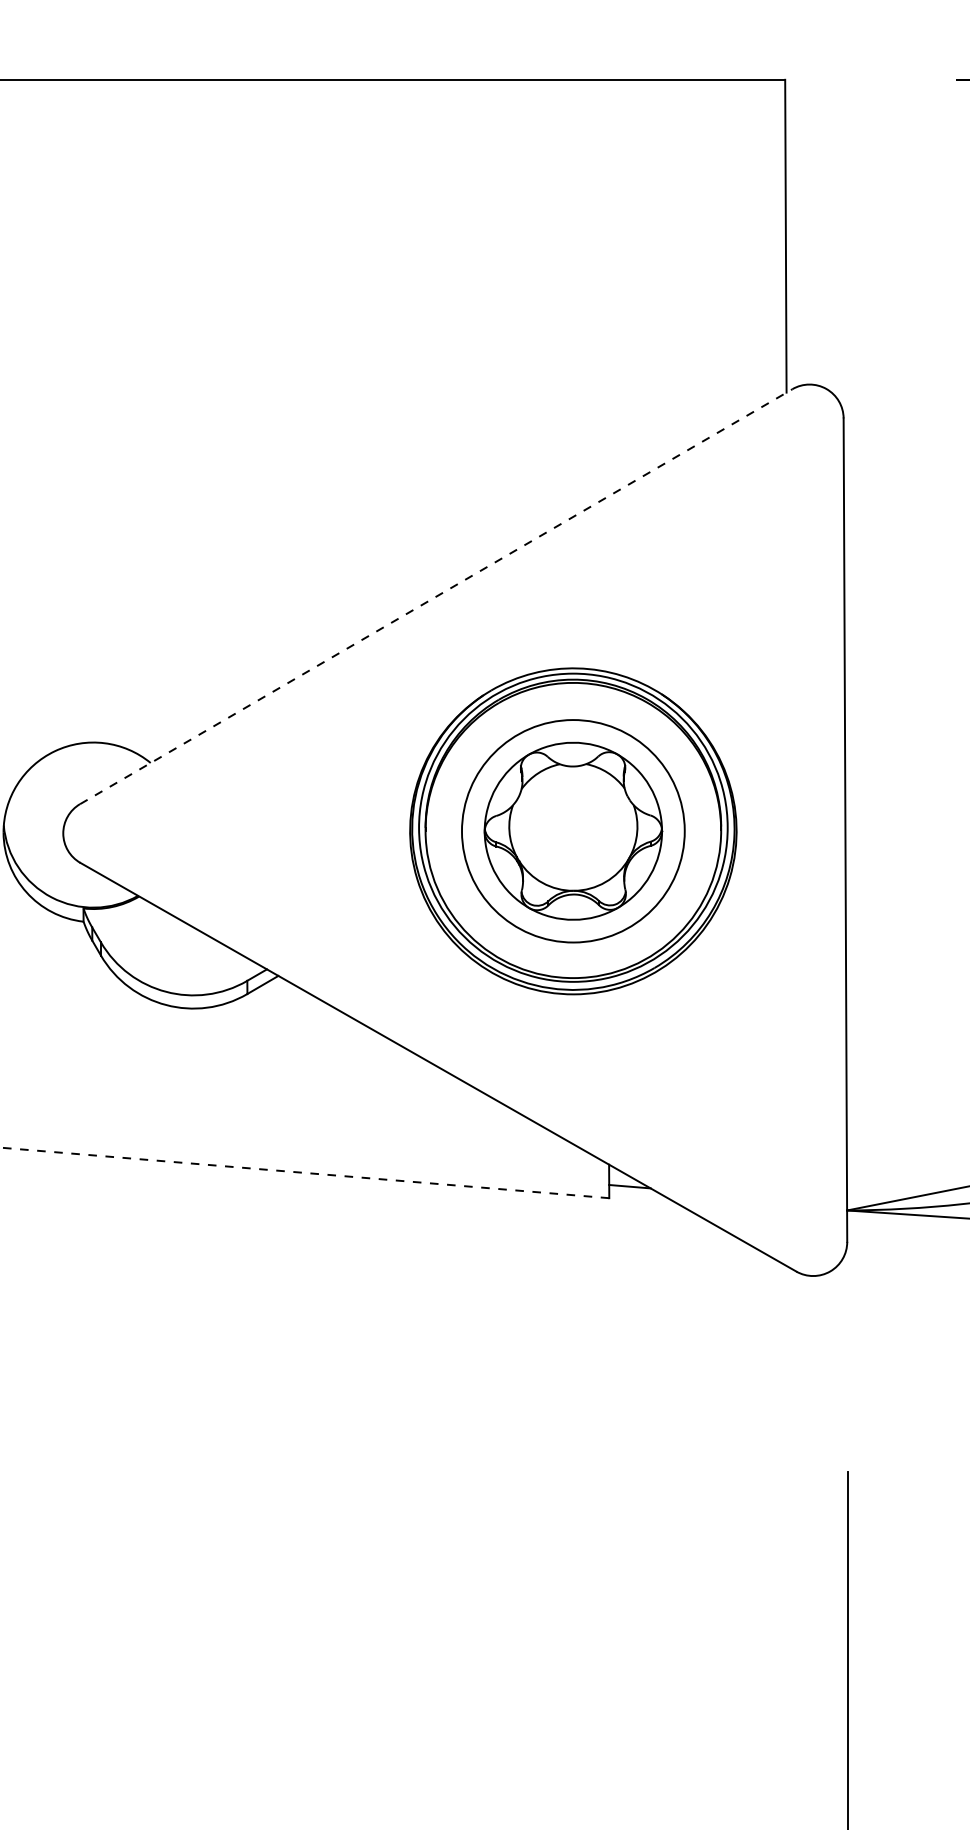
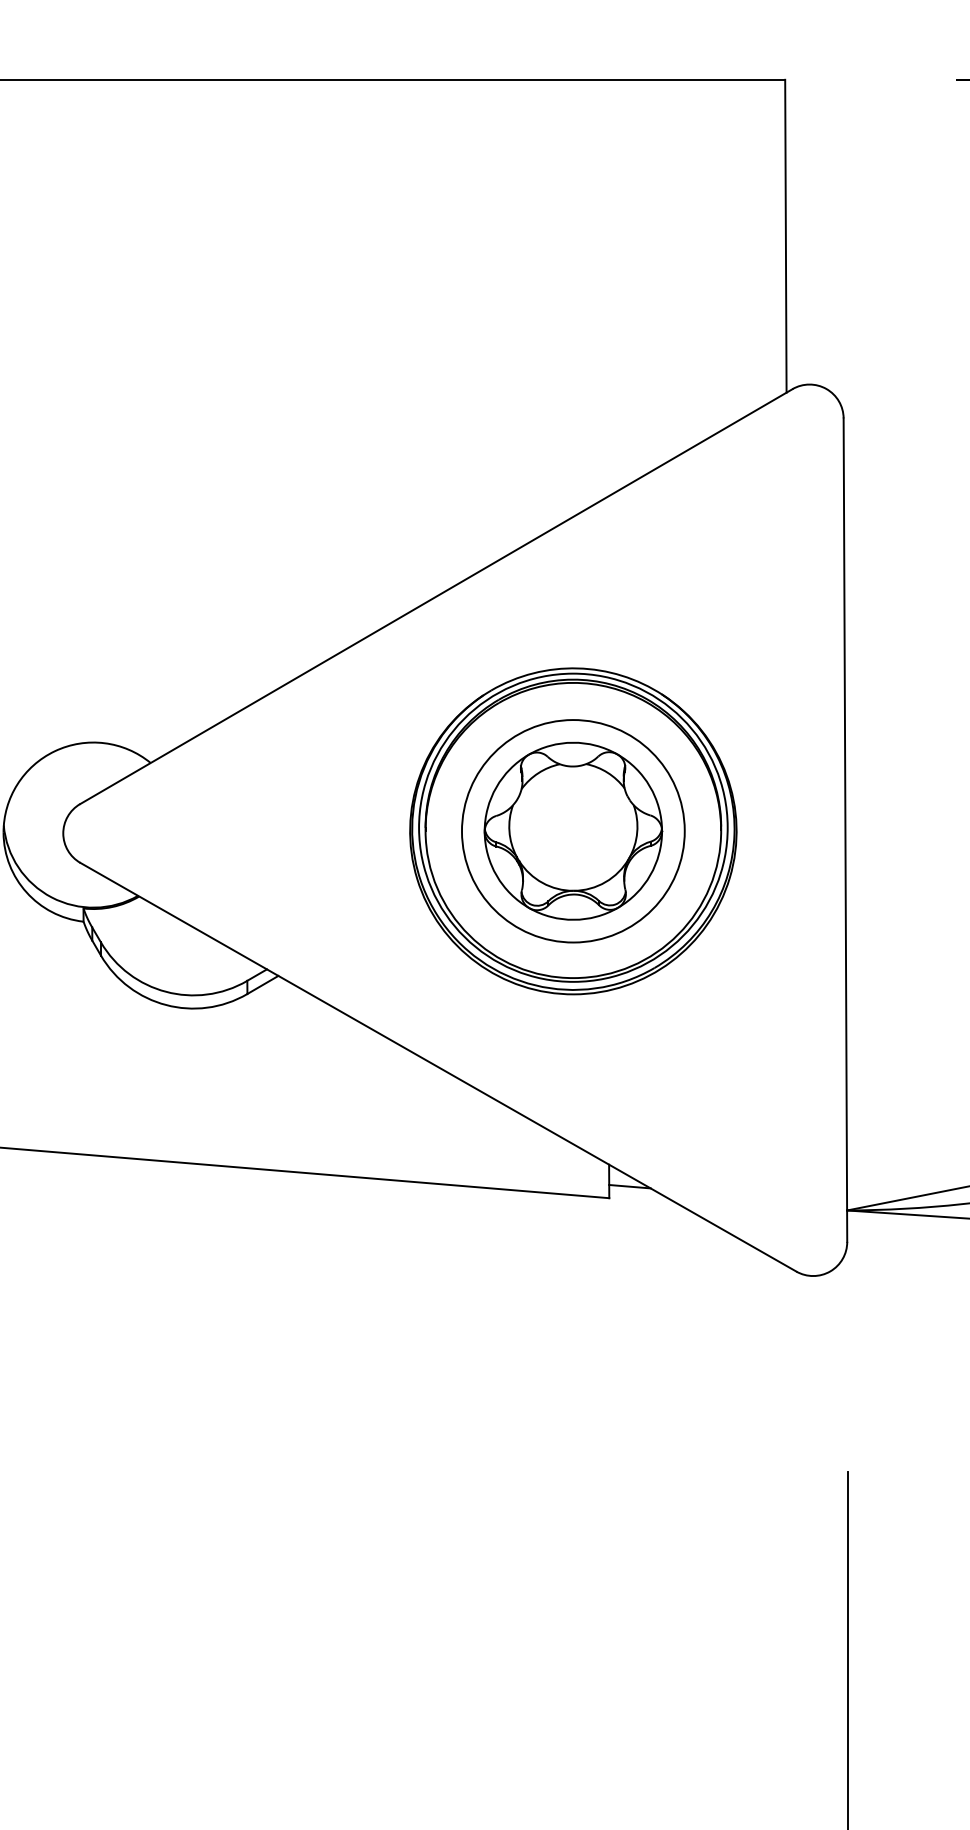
line at (436, 596): dashed -> solid
line at (304, 1172): dashed -> solid
